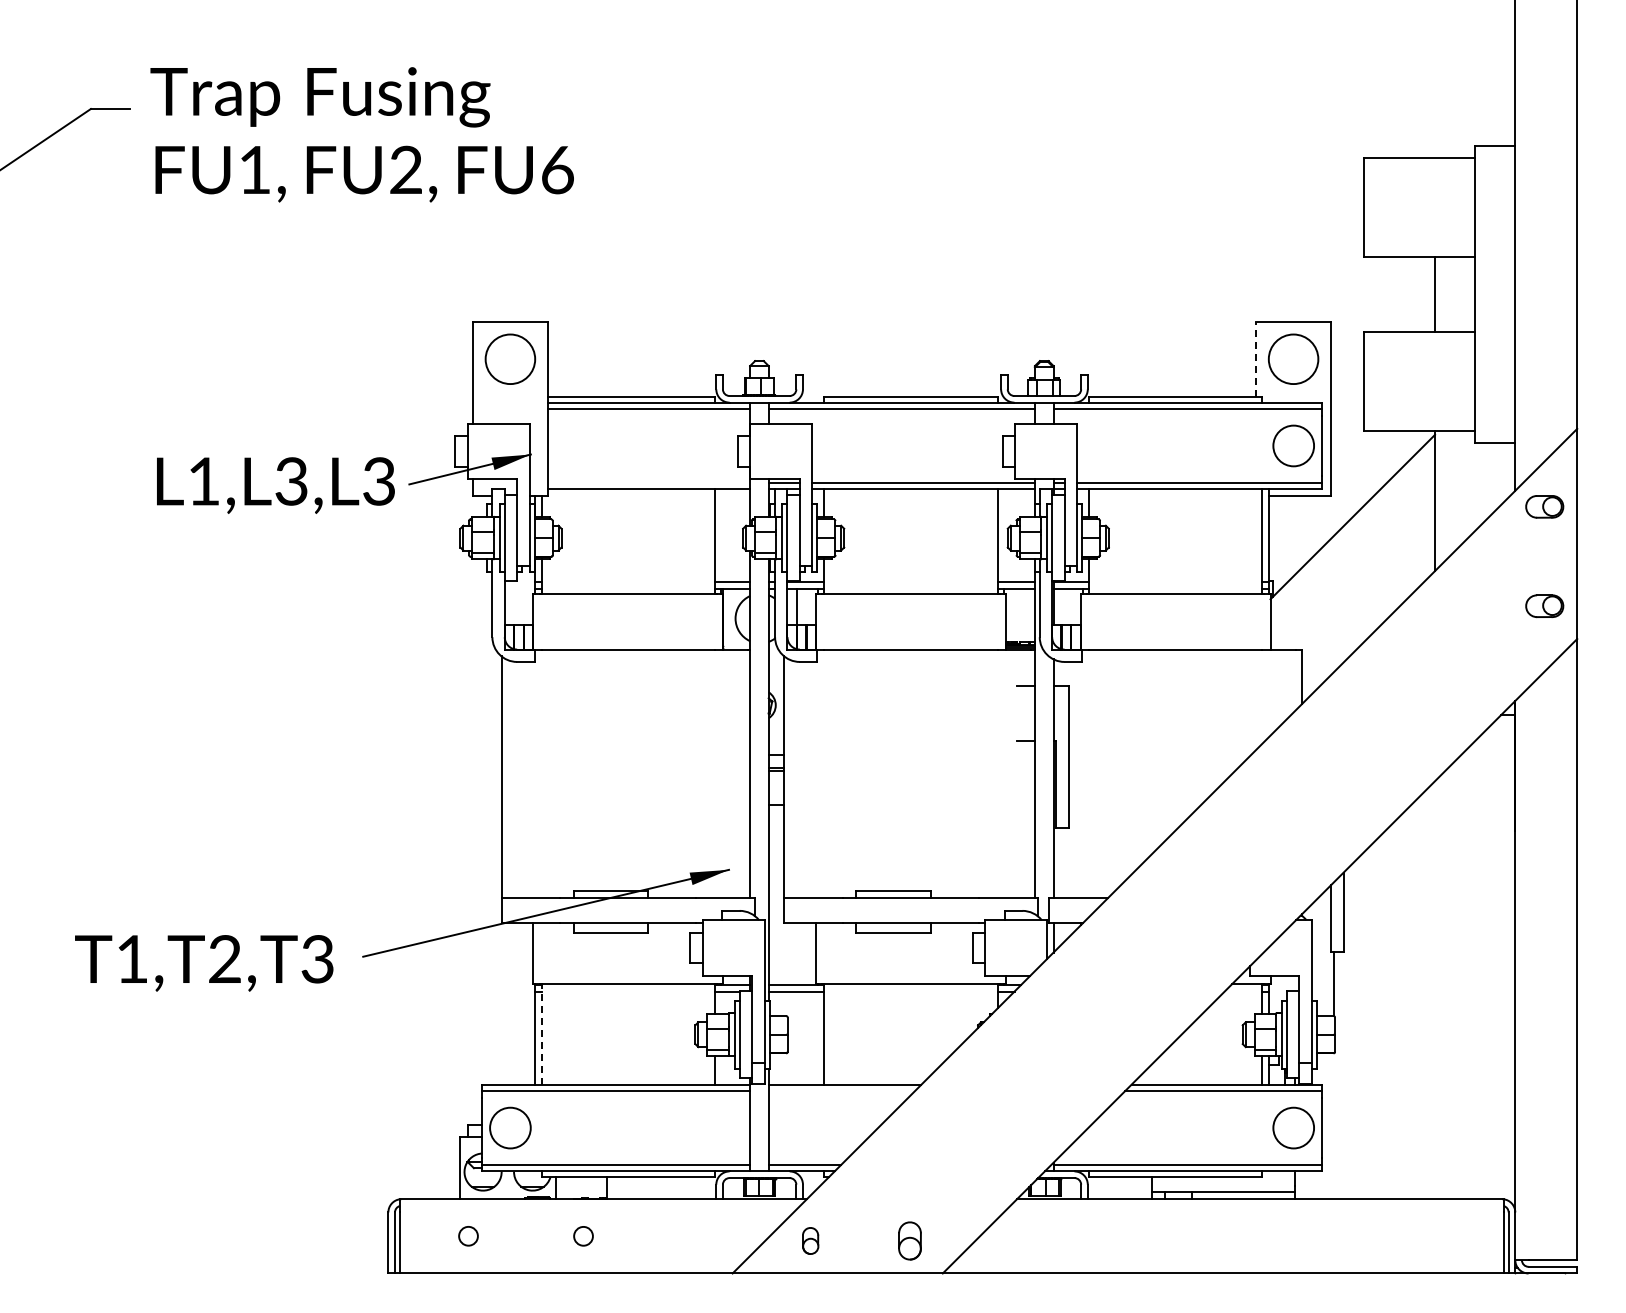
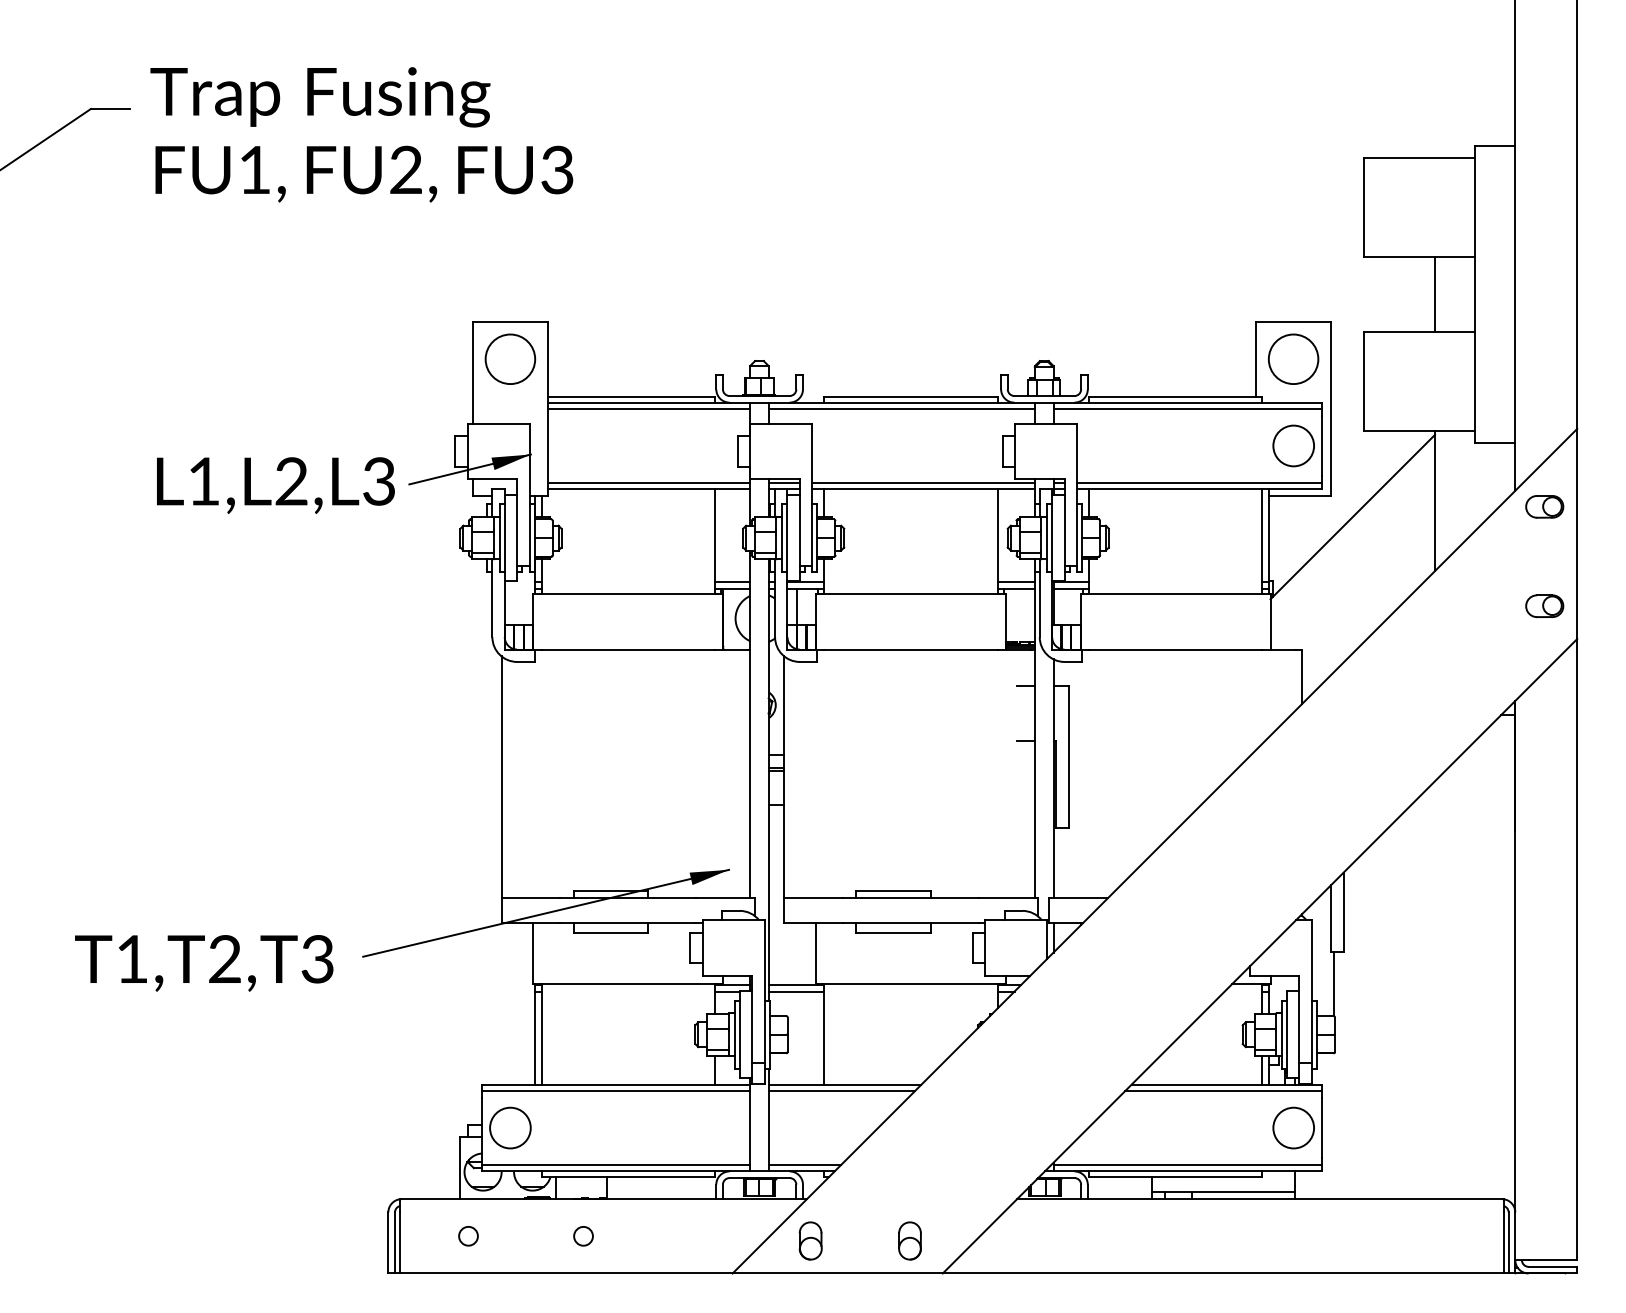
text at (557, 169): FU6 -> FU3
line at (1256, 359): dashed -> solid
text at (291, 482): L1,L3,L3 -> L1,L2,L3
line at (648, 482): none -> present
line at (541, 1033): dashed -> solid
line at (841, 1091): none -> present
part at (810, 1240) size: 18x28 px -> 25x40 px
